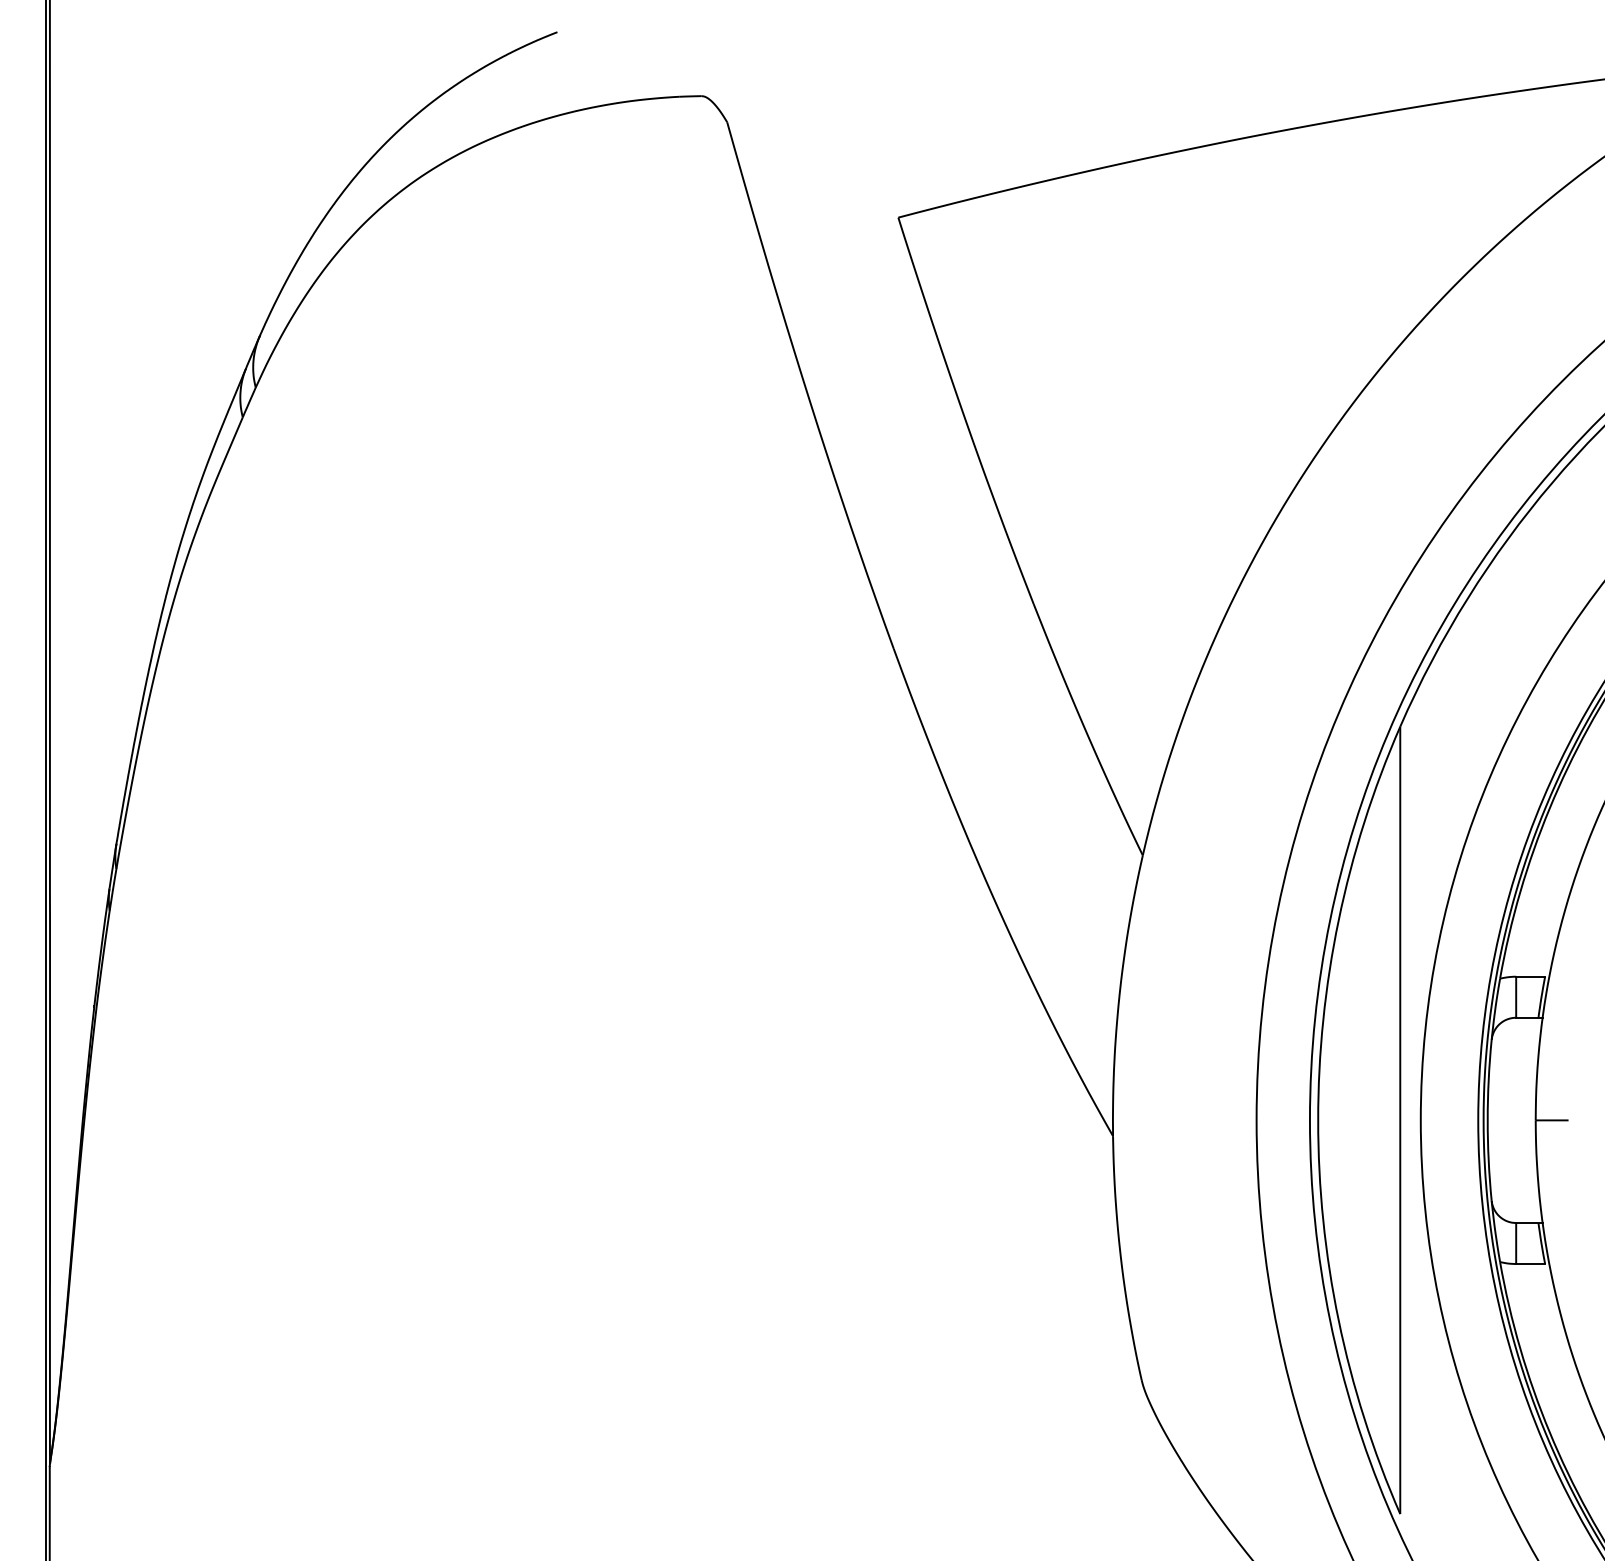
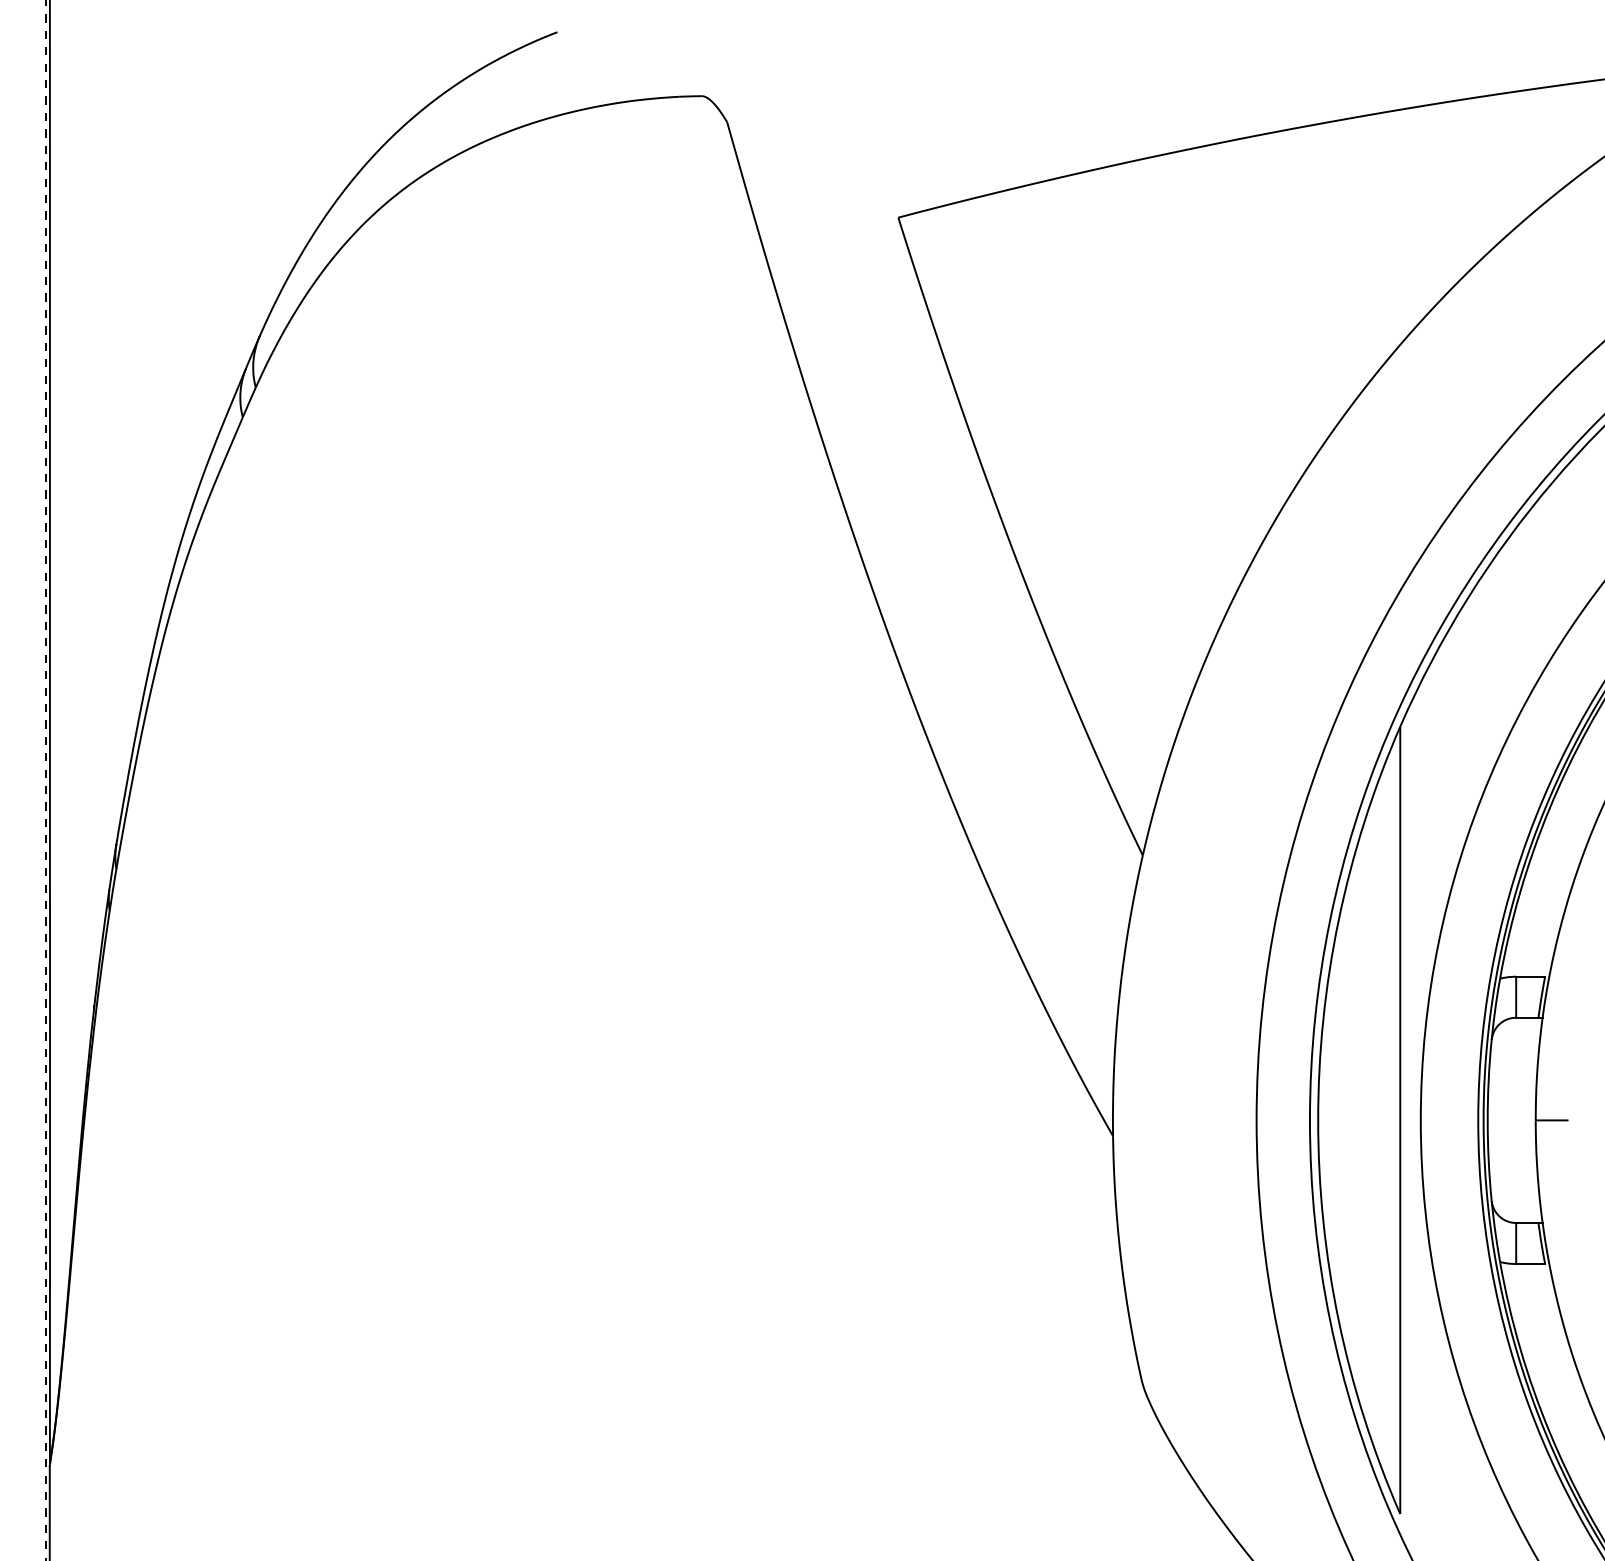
line at (45, 780): solid -> dashed
